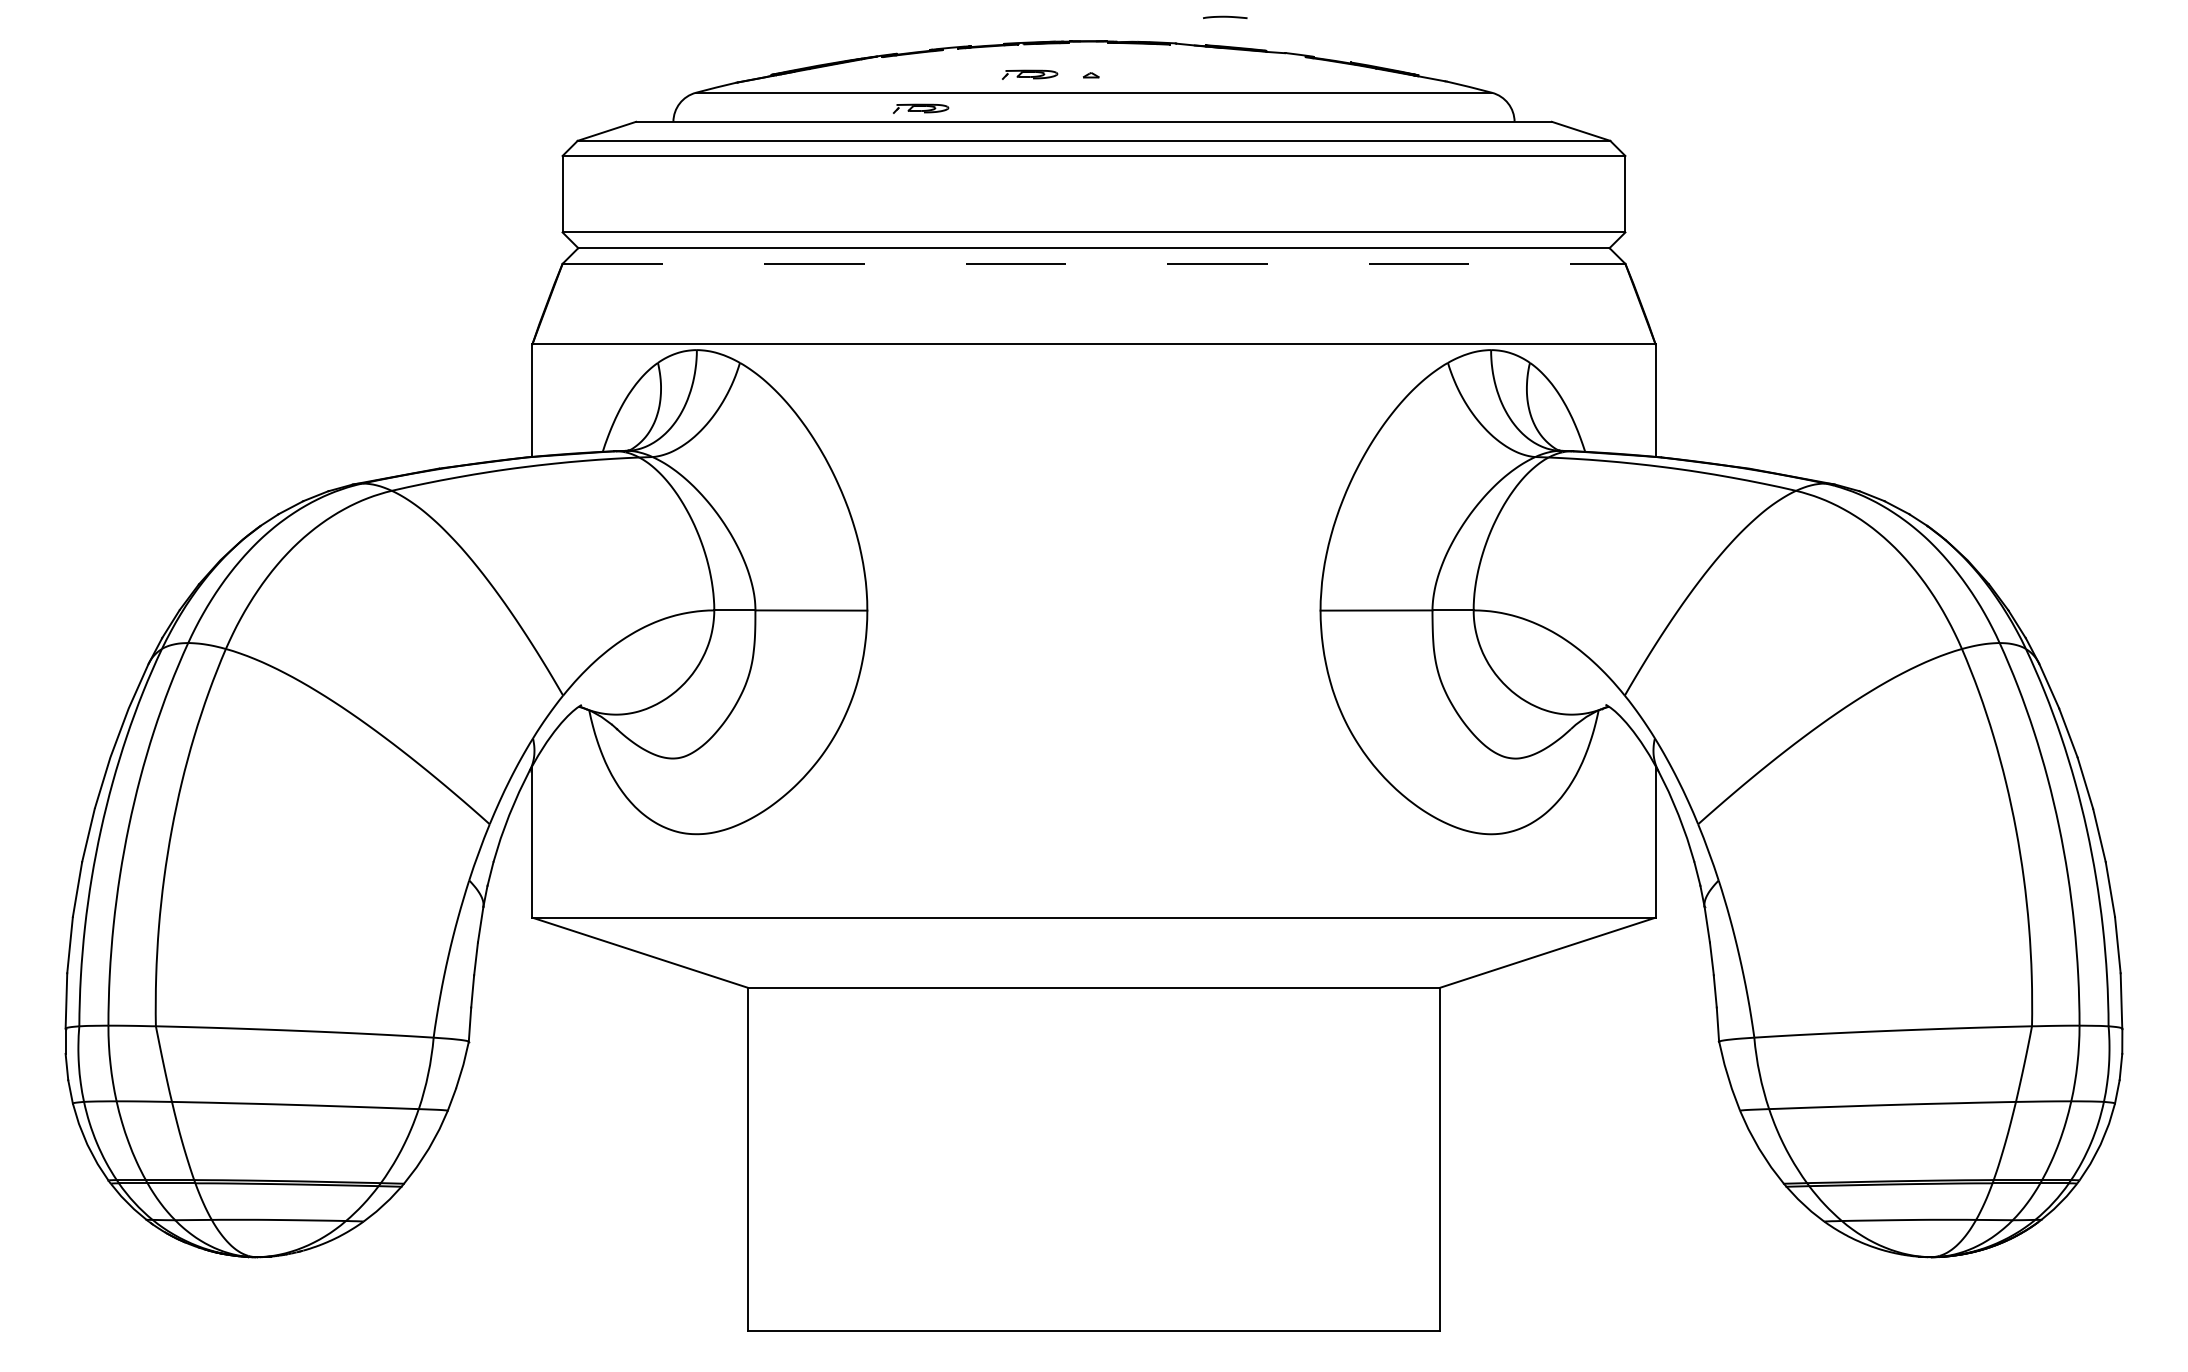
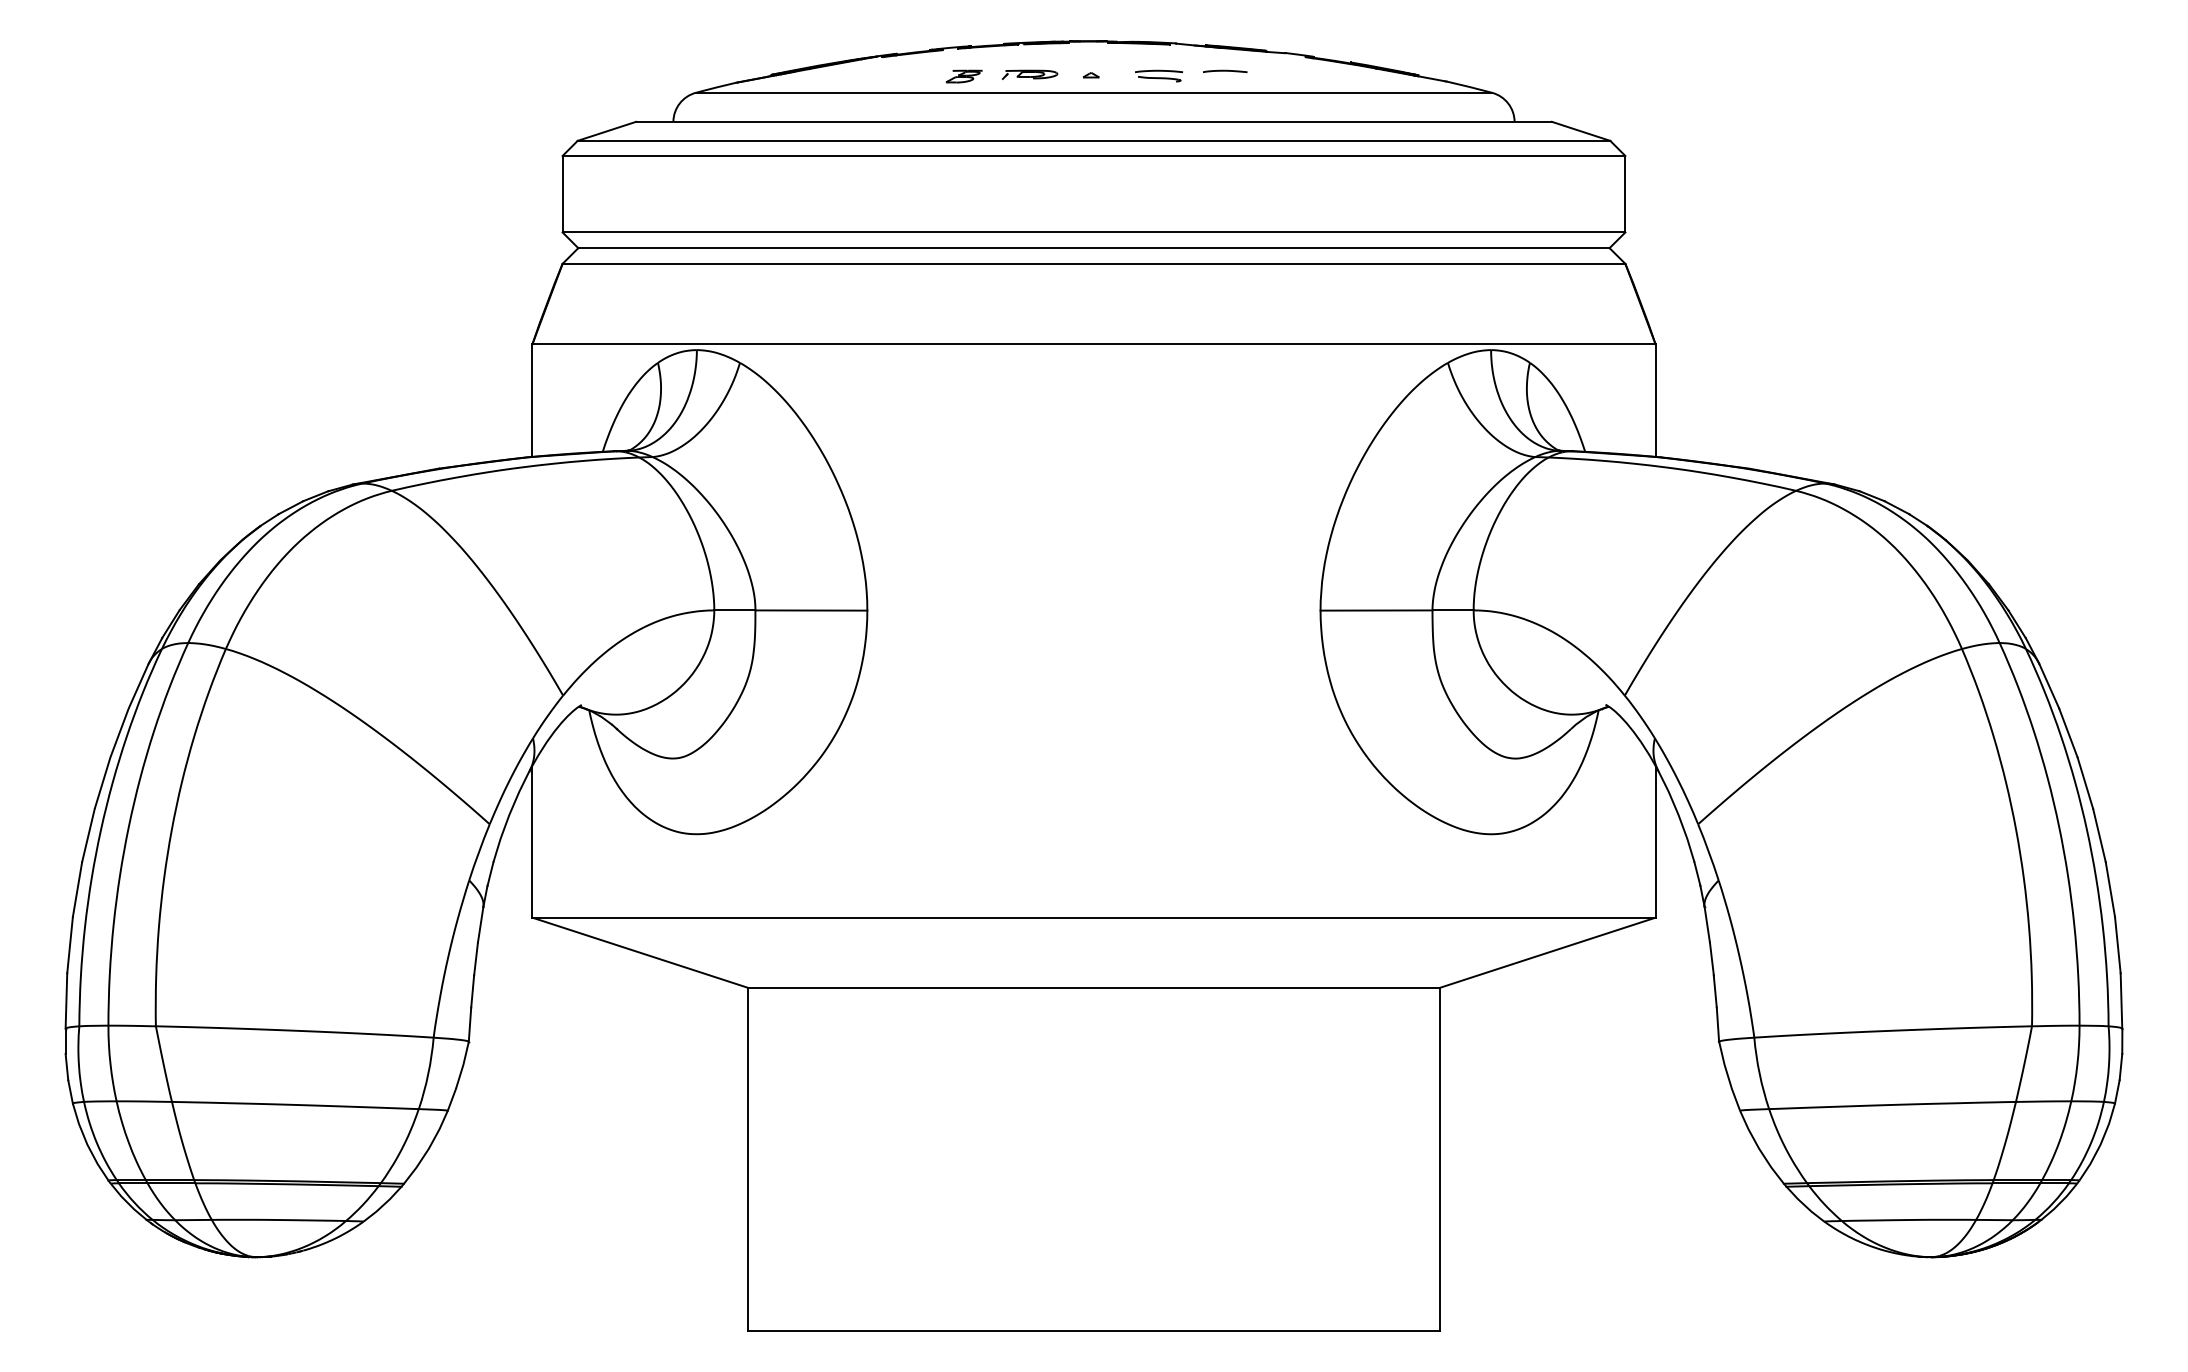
curve at (1225, 17) position: (1225, 17) -> (1225, 71)
part at (1158, 75): none -> present
part at (963, 76): none -> present
part at (921, 108): present -> none
line at (1094, 263): dashed -> solid
